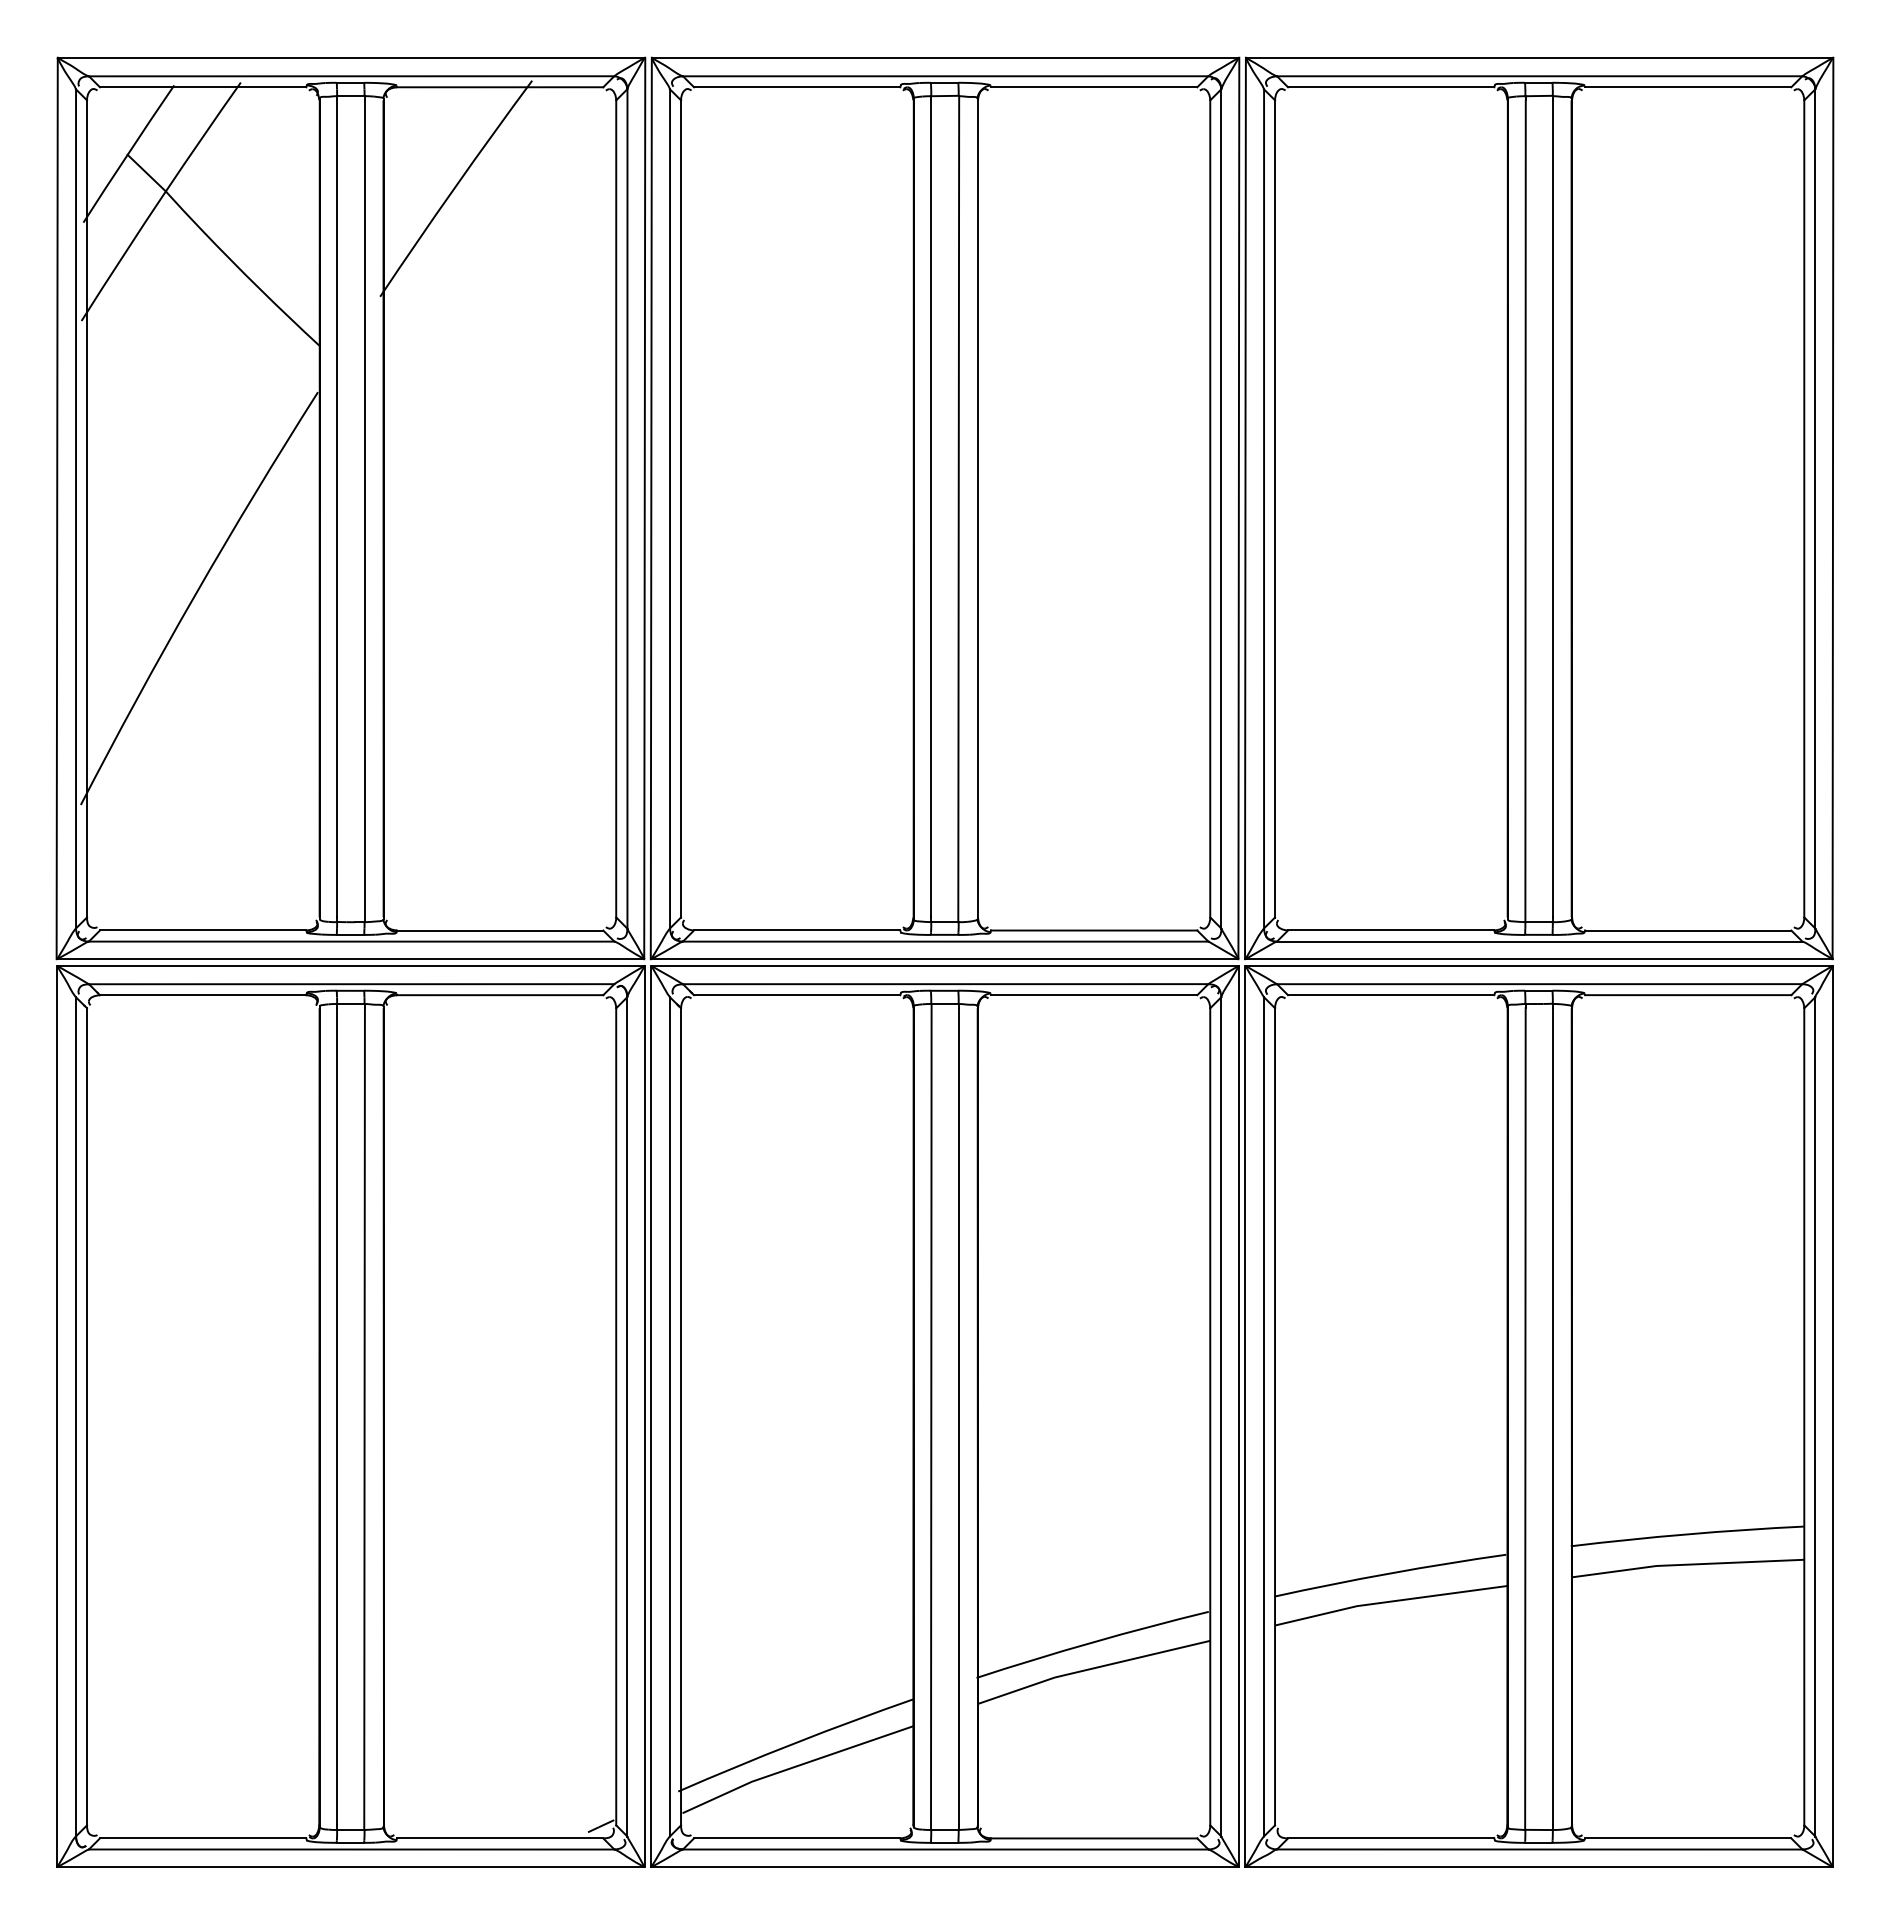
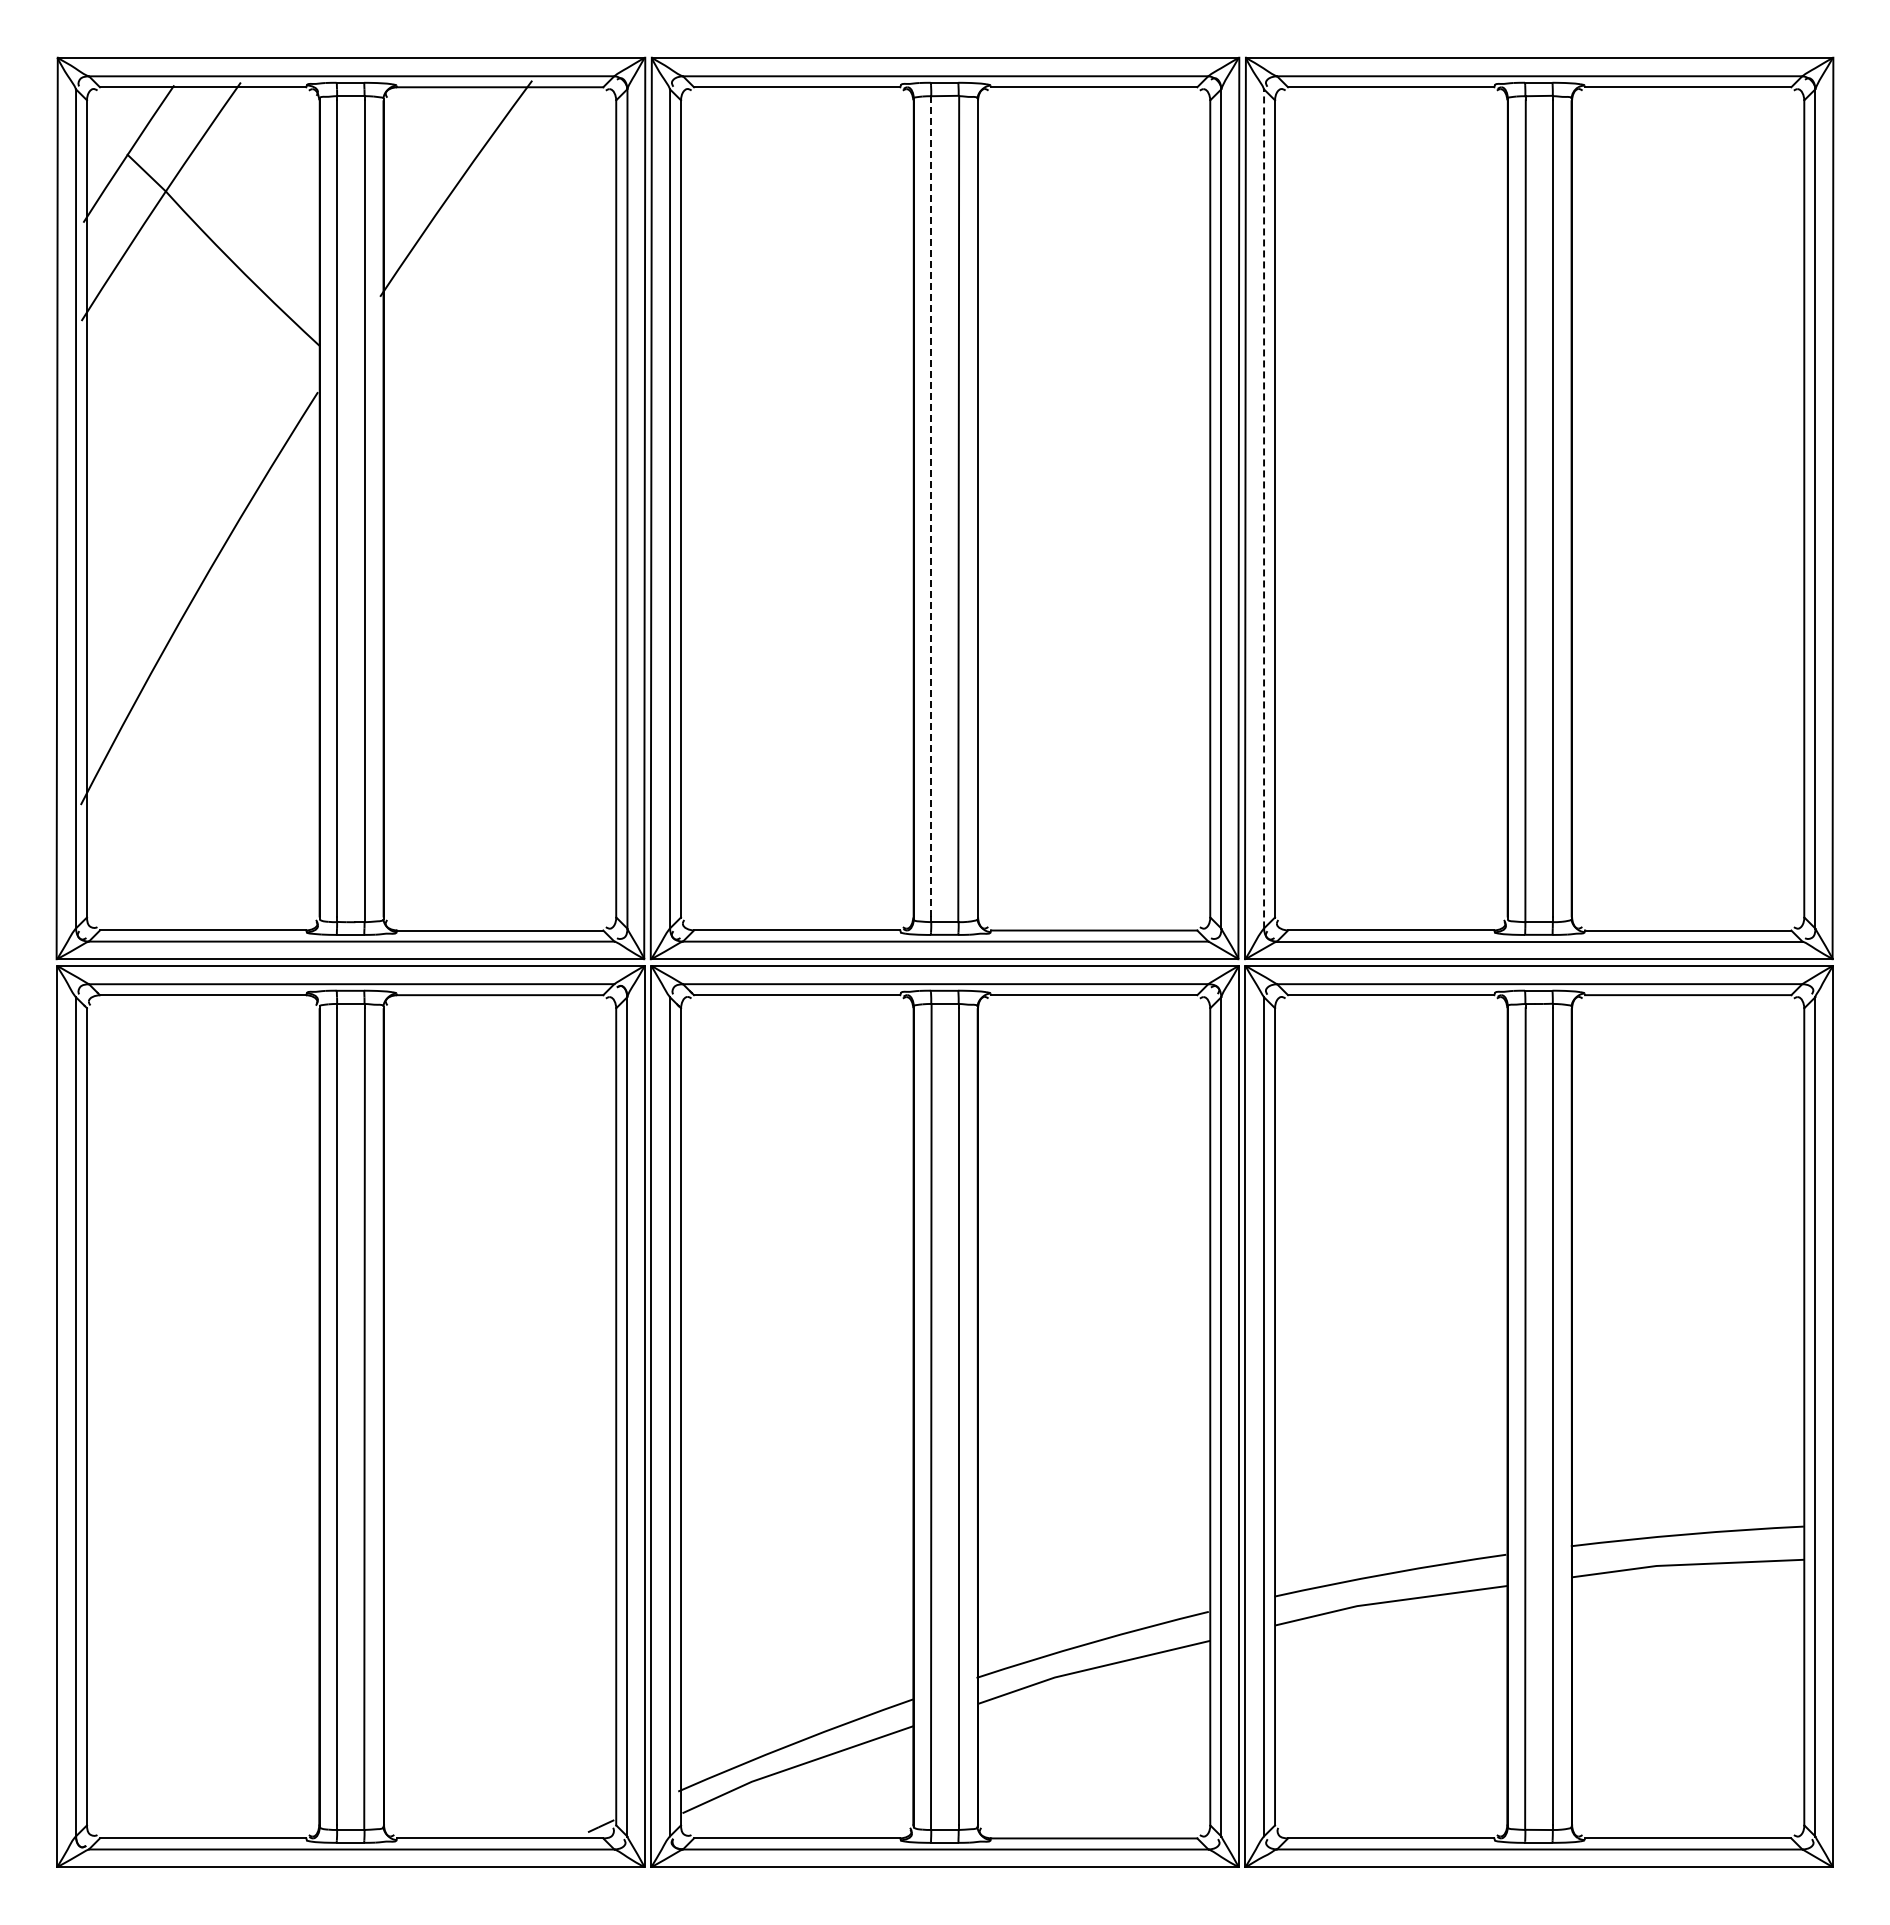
line at (931, 508): solid -> dashed
line at (1264, 508): solid -> dashed
